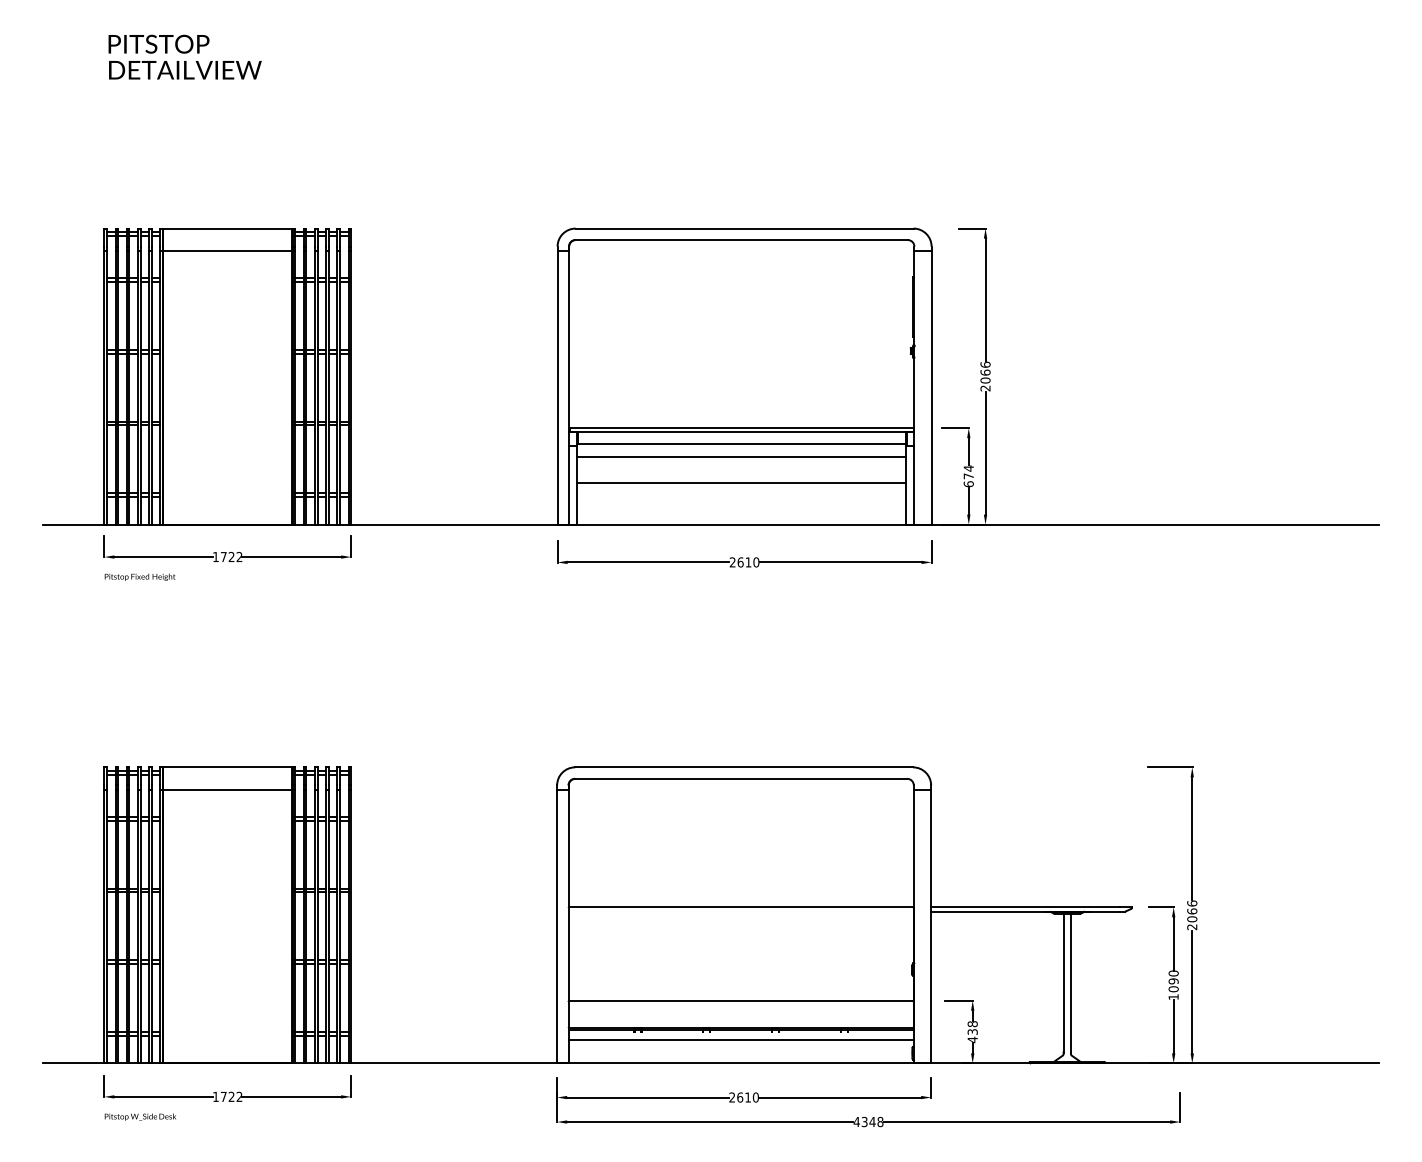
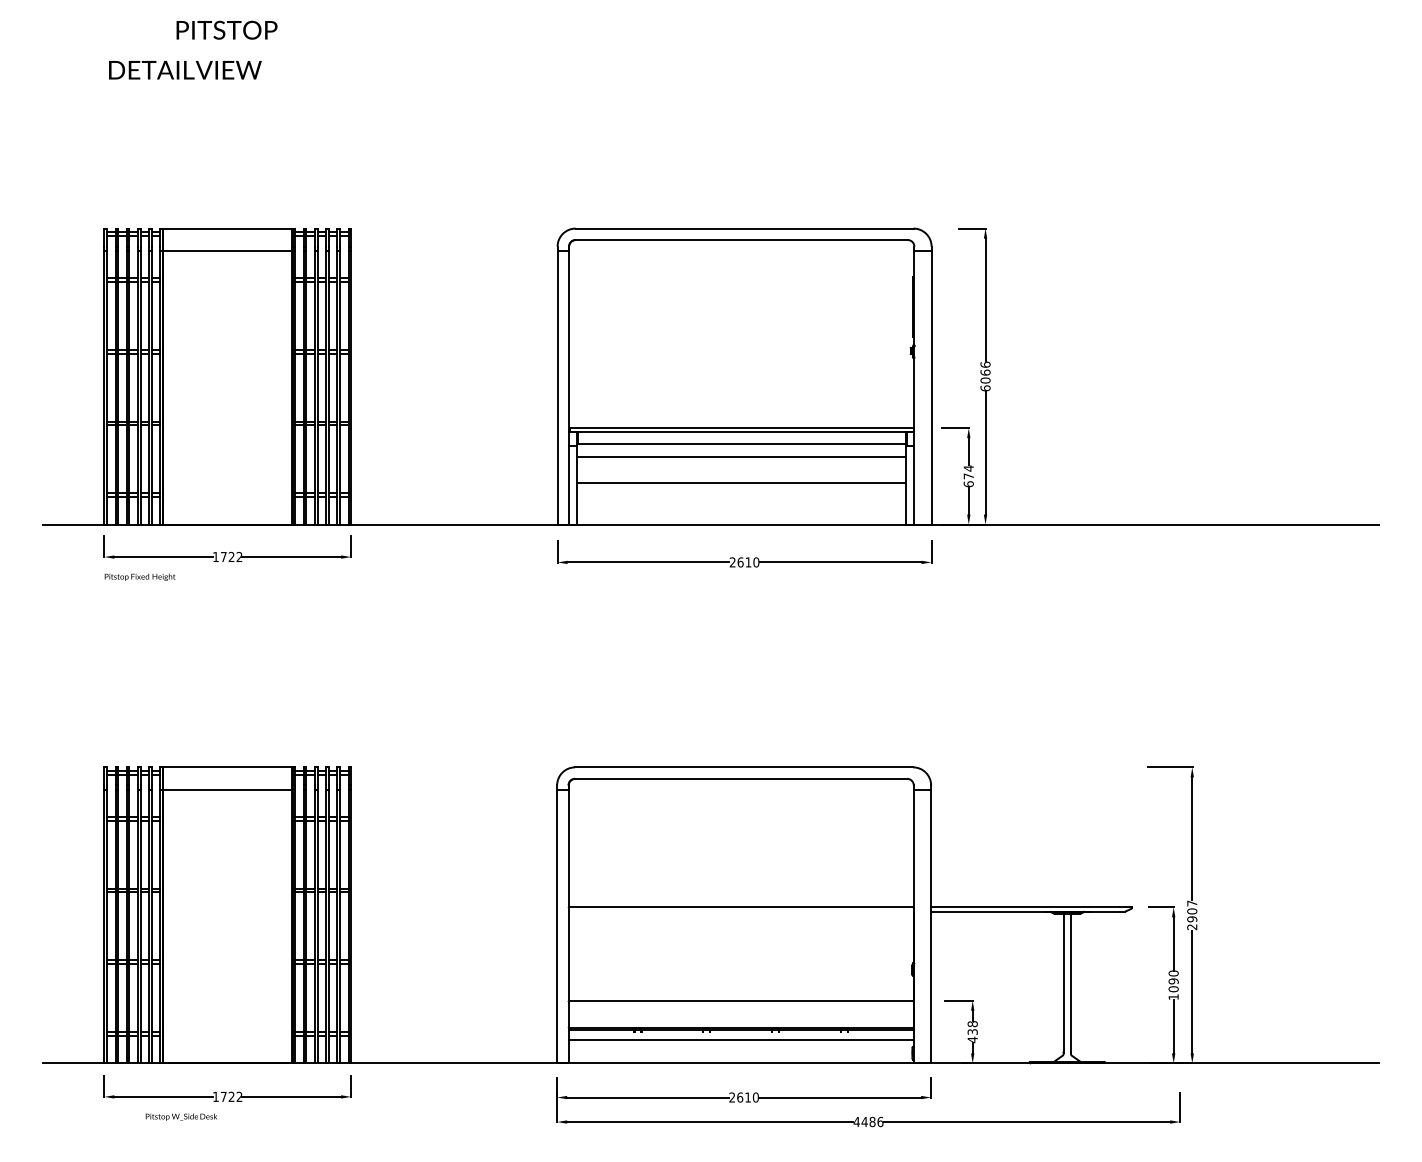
text at (158, 43) position: (158, 43) -> (226, 29)
text at (985, 388): 2066 -> 6066
text at (1192, 911): 2066 -> 2907
text at (140, 1116) position: (140, 1116) -> (181, 1116)
text at (872, 1121): 4348 -> 4486
